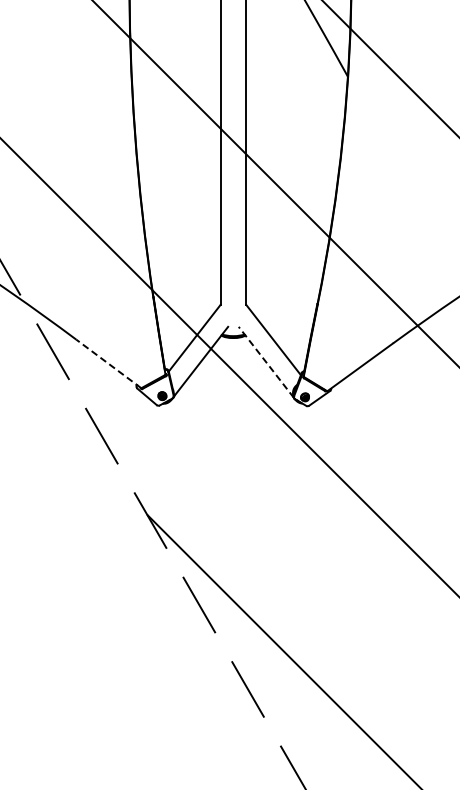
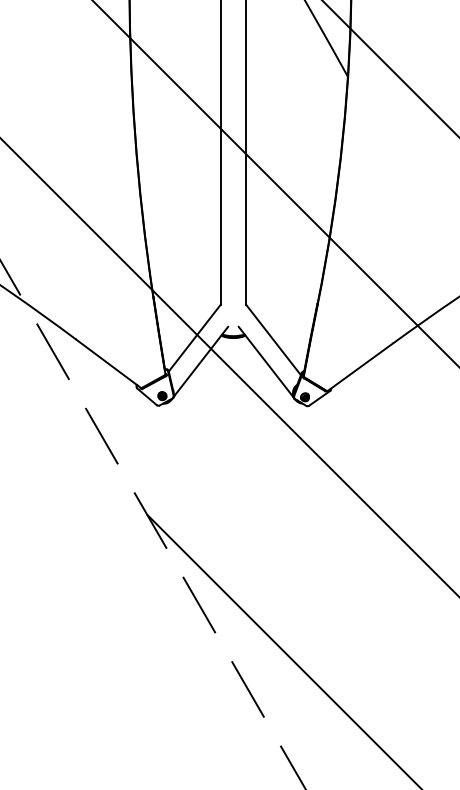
line at (266, 362): dashed -> solid
line at (108, 363): dashed -> solid
